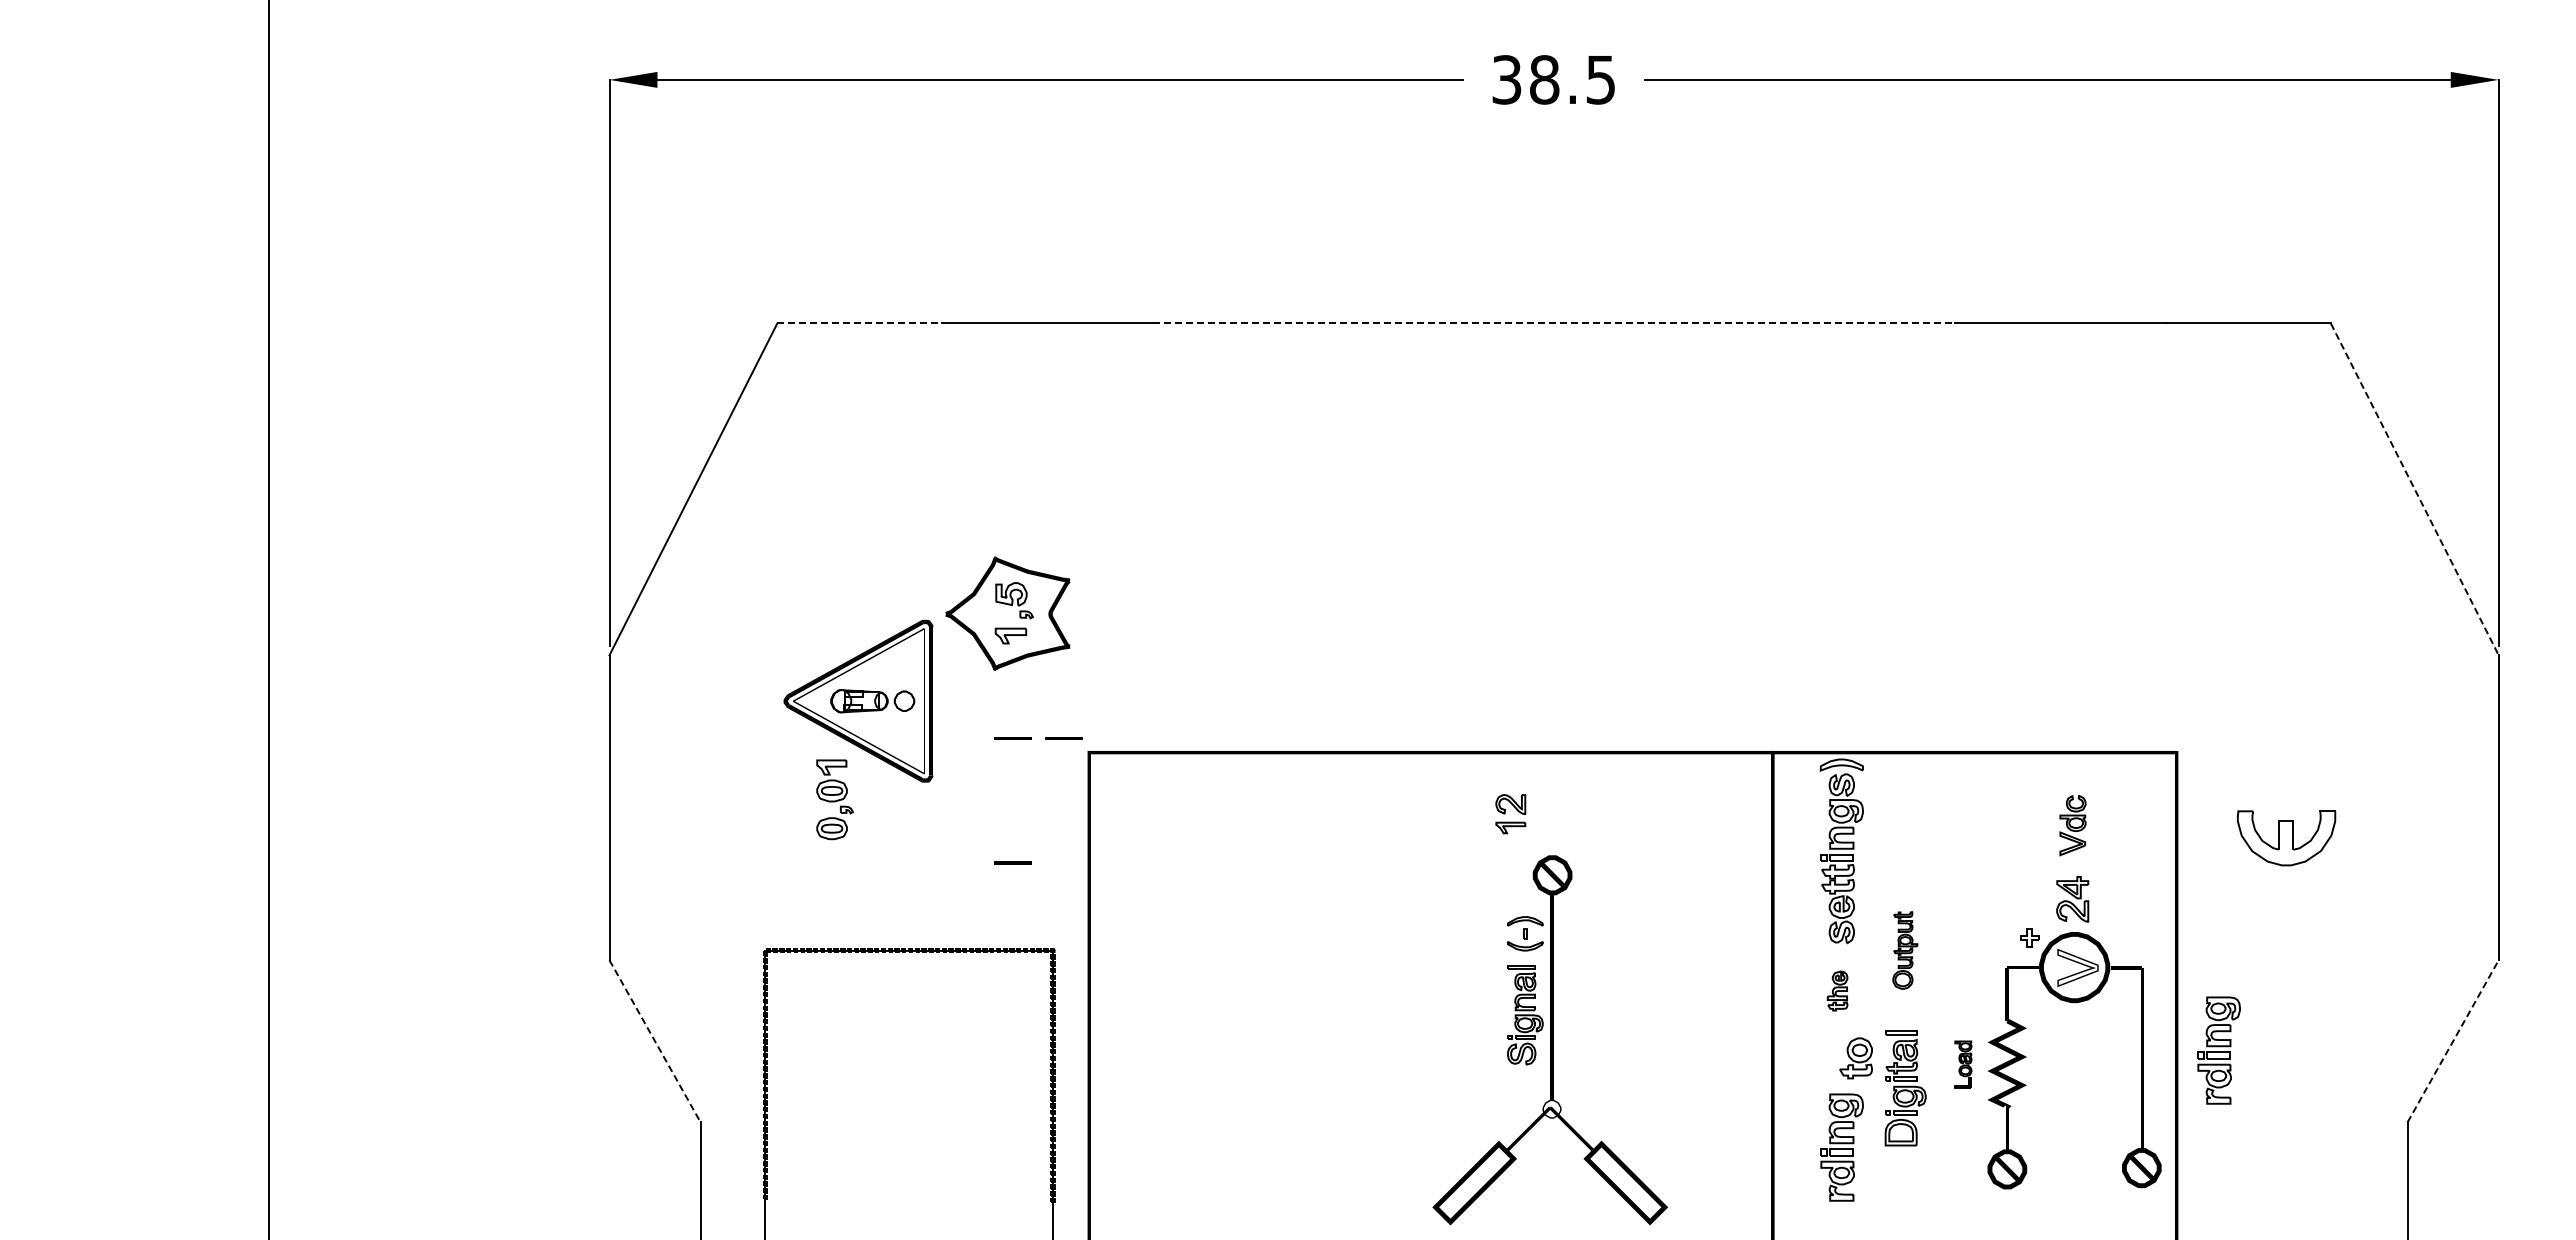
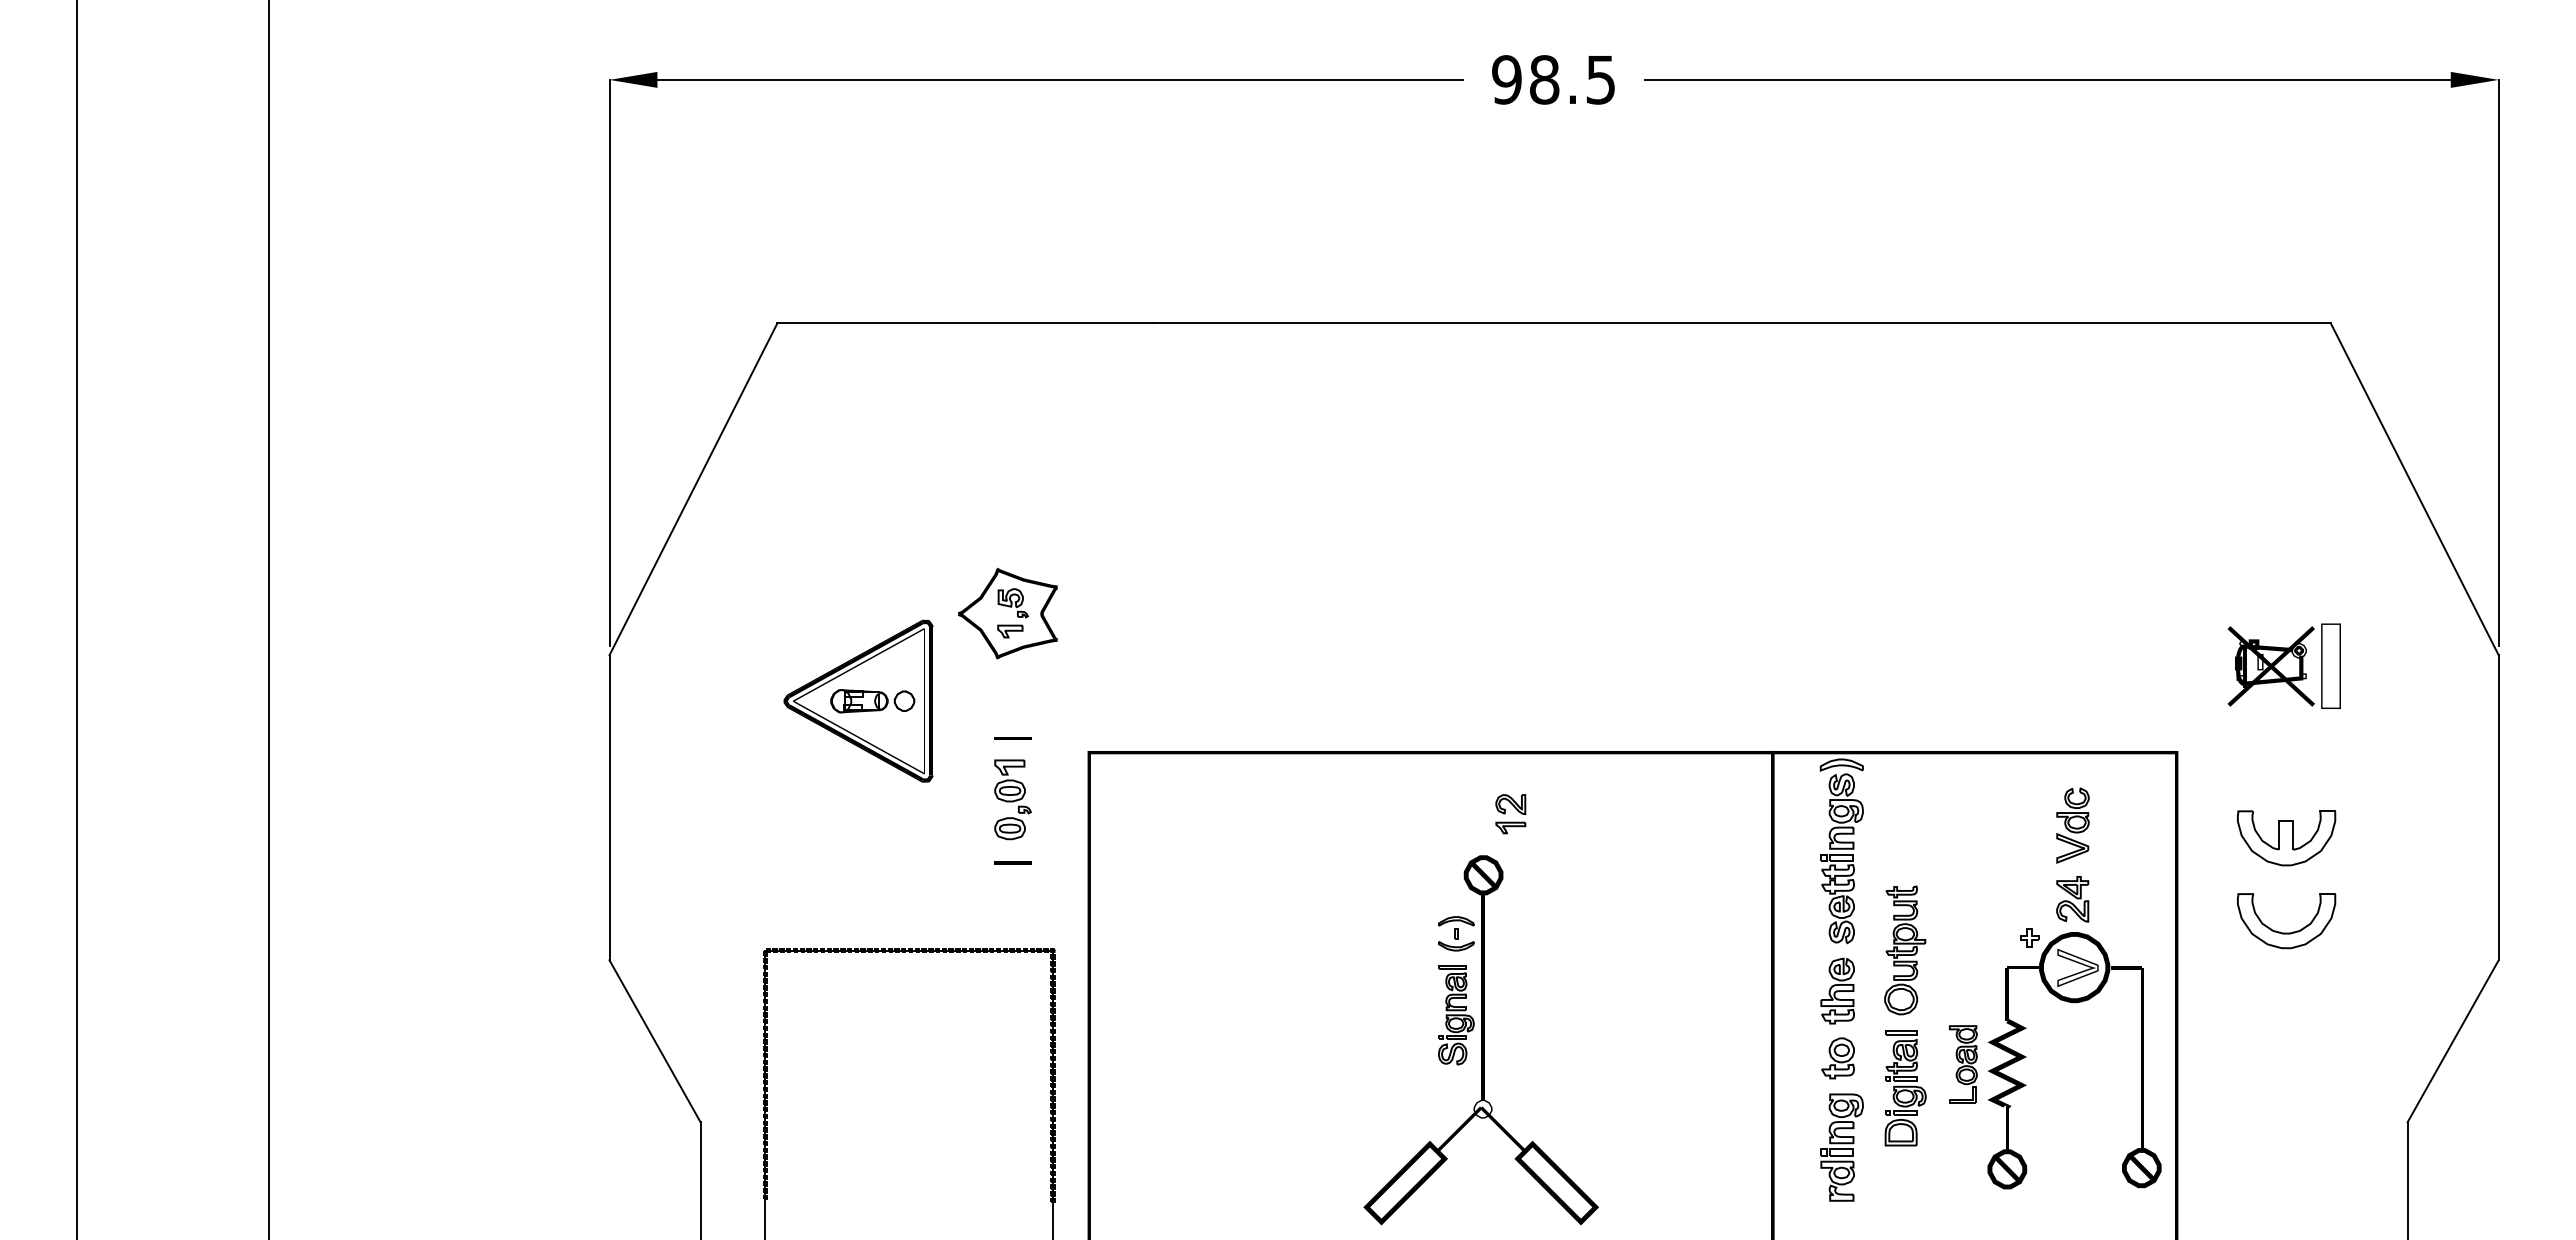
text at (1506, 79): 38.5 -> 98.5
line at (860, 323): dashed -> solid
line at (1554, 323): dashed -> solid
line at (2414, 489): dashed -> solid
part at (1007, 613) size: 126x115 px -> 100x93 px
line at (77, 619): none -> present
part at (2283, 665): none -> present
line at (1063, 738): present -> none
part at (834, 799) position: (834, 799) -> (1012, 799)
part at (2072, 825) size: 28x62 px -> 34x77 px
part at (2286, 932): none -> present
part at (1905, 950) size: 27x79 px -> 43x131 px
part at (1837, 990) size: 23x42 px -> 35x68 px
part at (1549, 1040) position: (1549, 1040) -> (1480, 1040)
line at (655, 1041): dashed -> solid
line at (2453, 1041): dashed -> solid
part at (2218, 1050): present -> none
part at (1855, 1058) position: (1855, 1058) -> (1837, 1058)
part at (1963, 1064) size: 19x49 px -> 29x79 px
